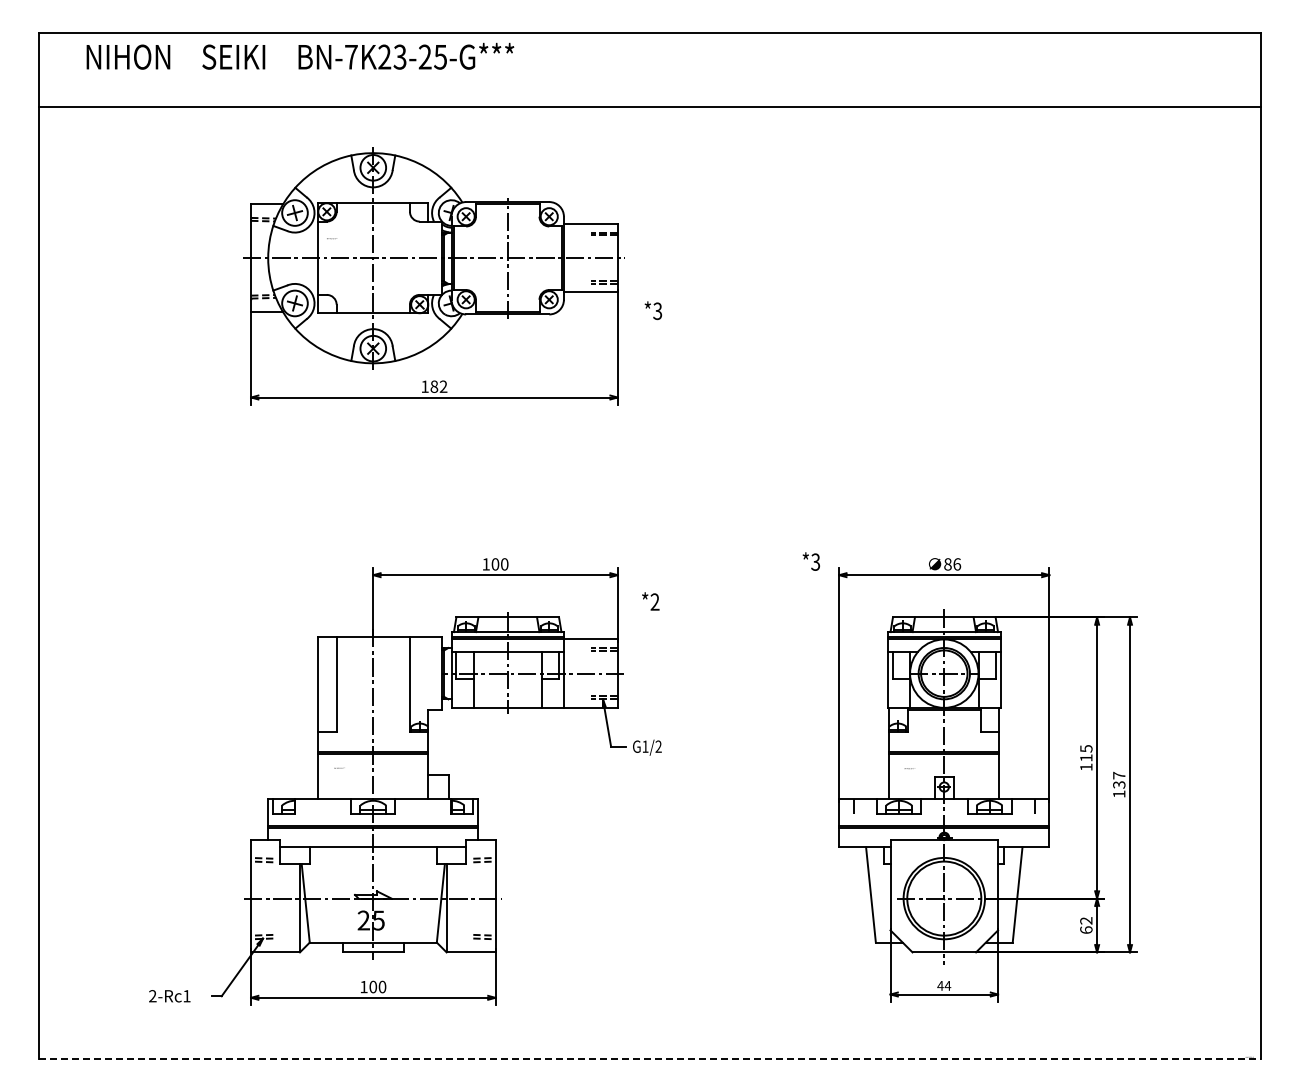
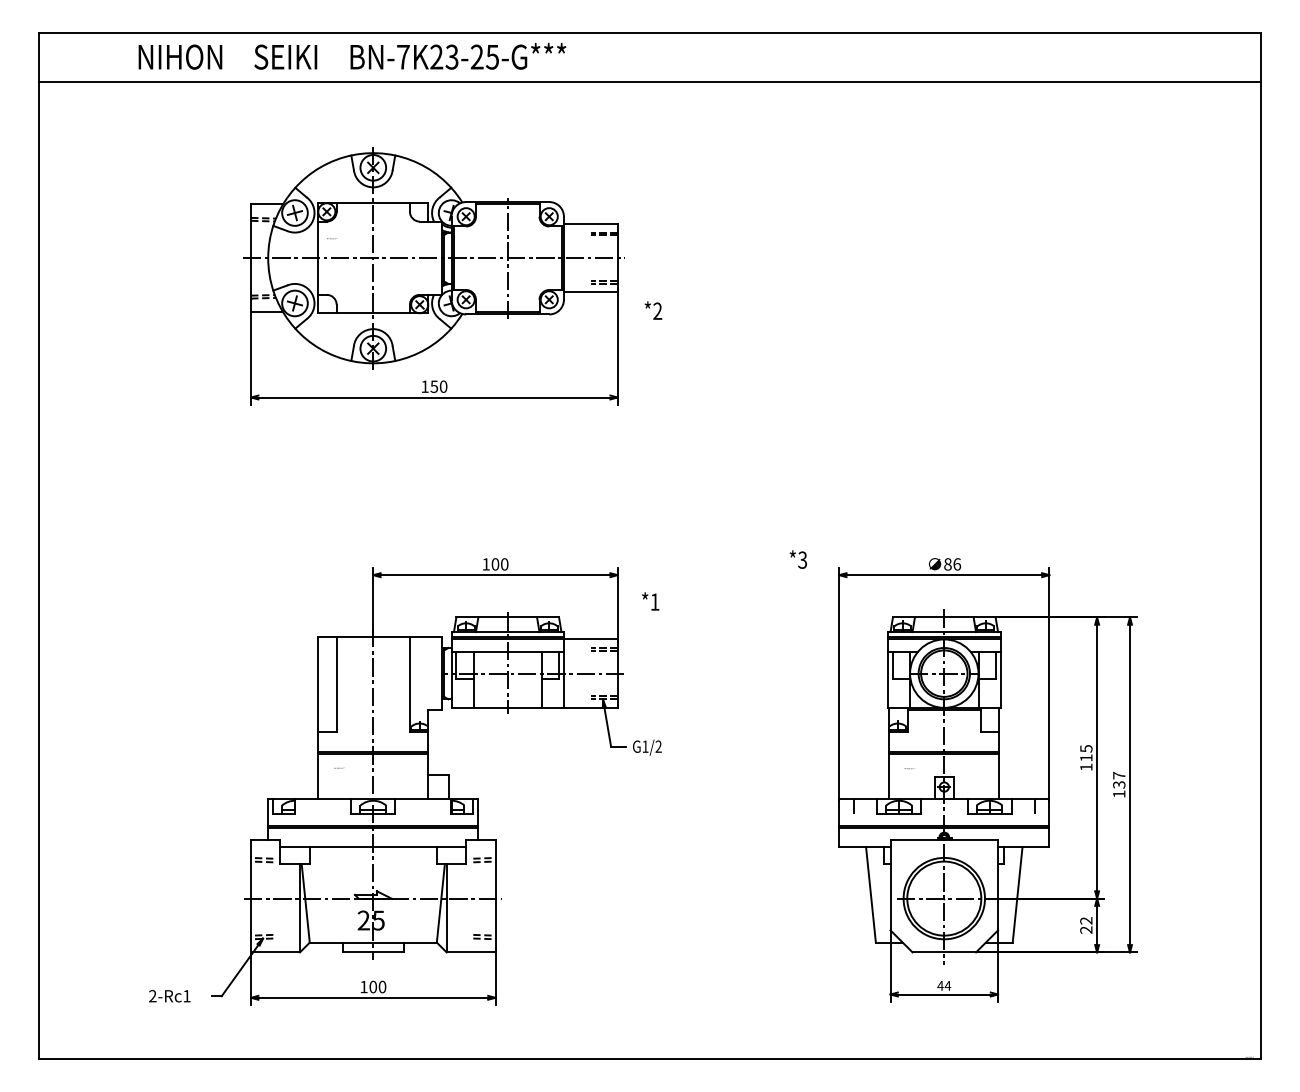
text at (300, 55) position: (300, 55) -> (352, 55)
line at (649, 106) position: (649, 106) -> (649, 81)
text at (657, 311): *3 -> *2
text at (438, 386): 182 -> 150
text at (810, 561) position: (810, 561) -> (797, 559)
text at (654, 601): *2 -> *1
text at (1086, 929): 62 -> 22
line at (650, 1059): dashed -> solid
